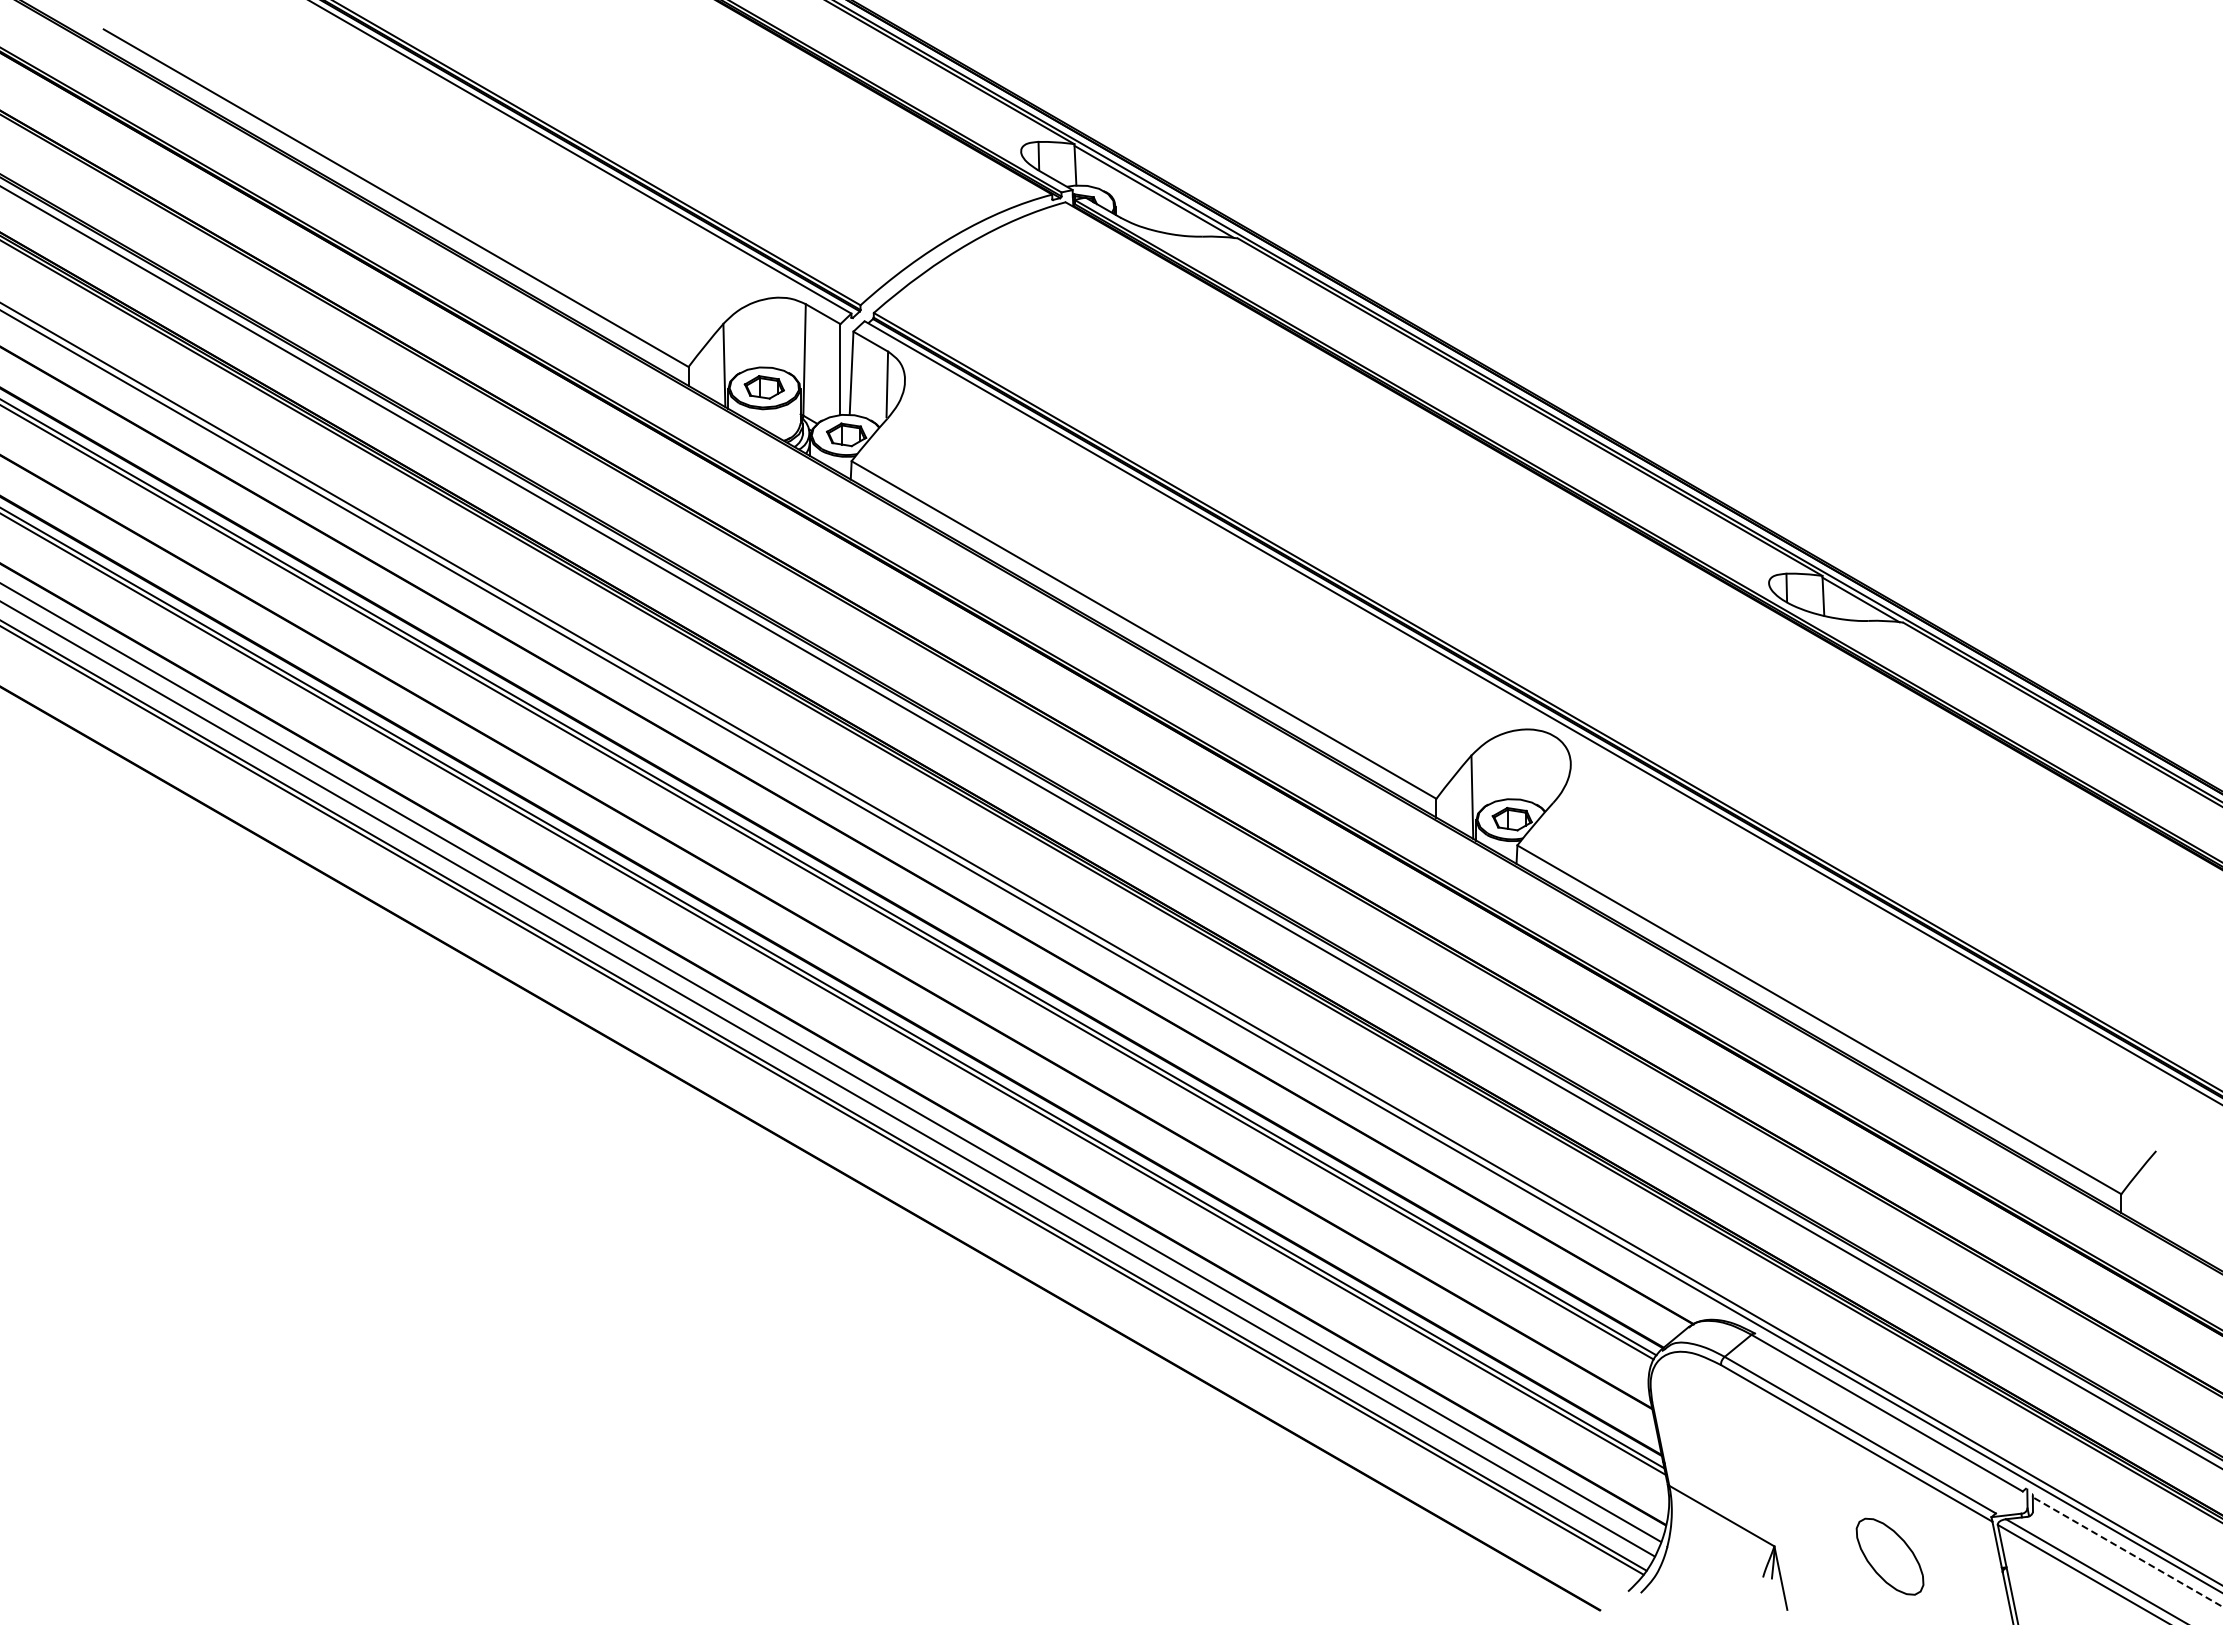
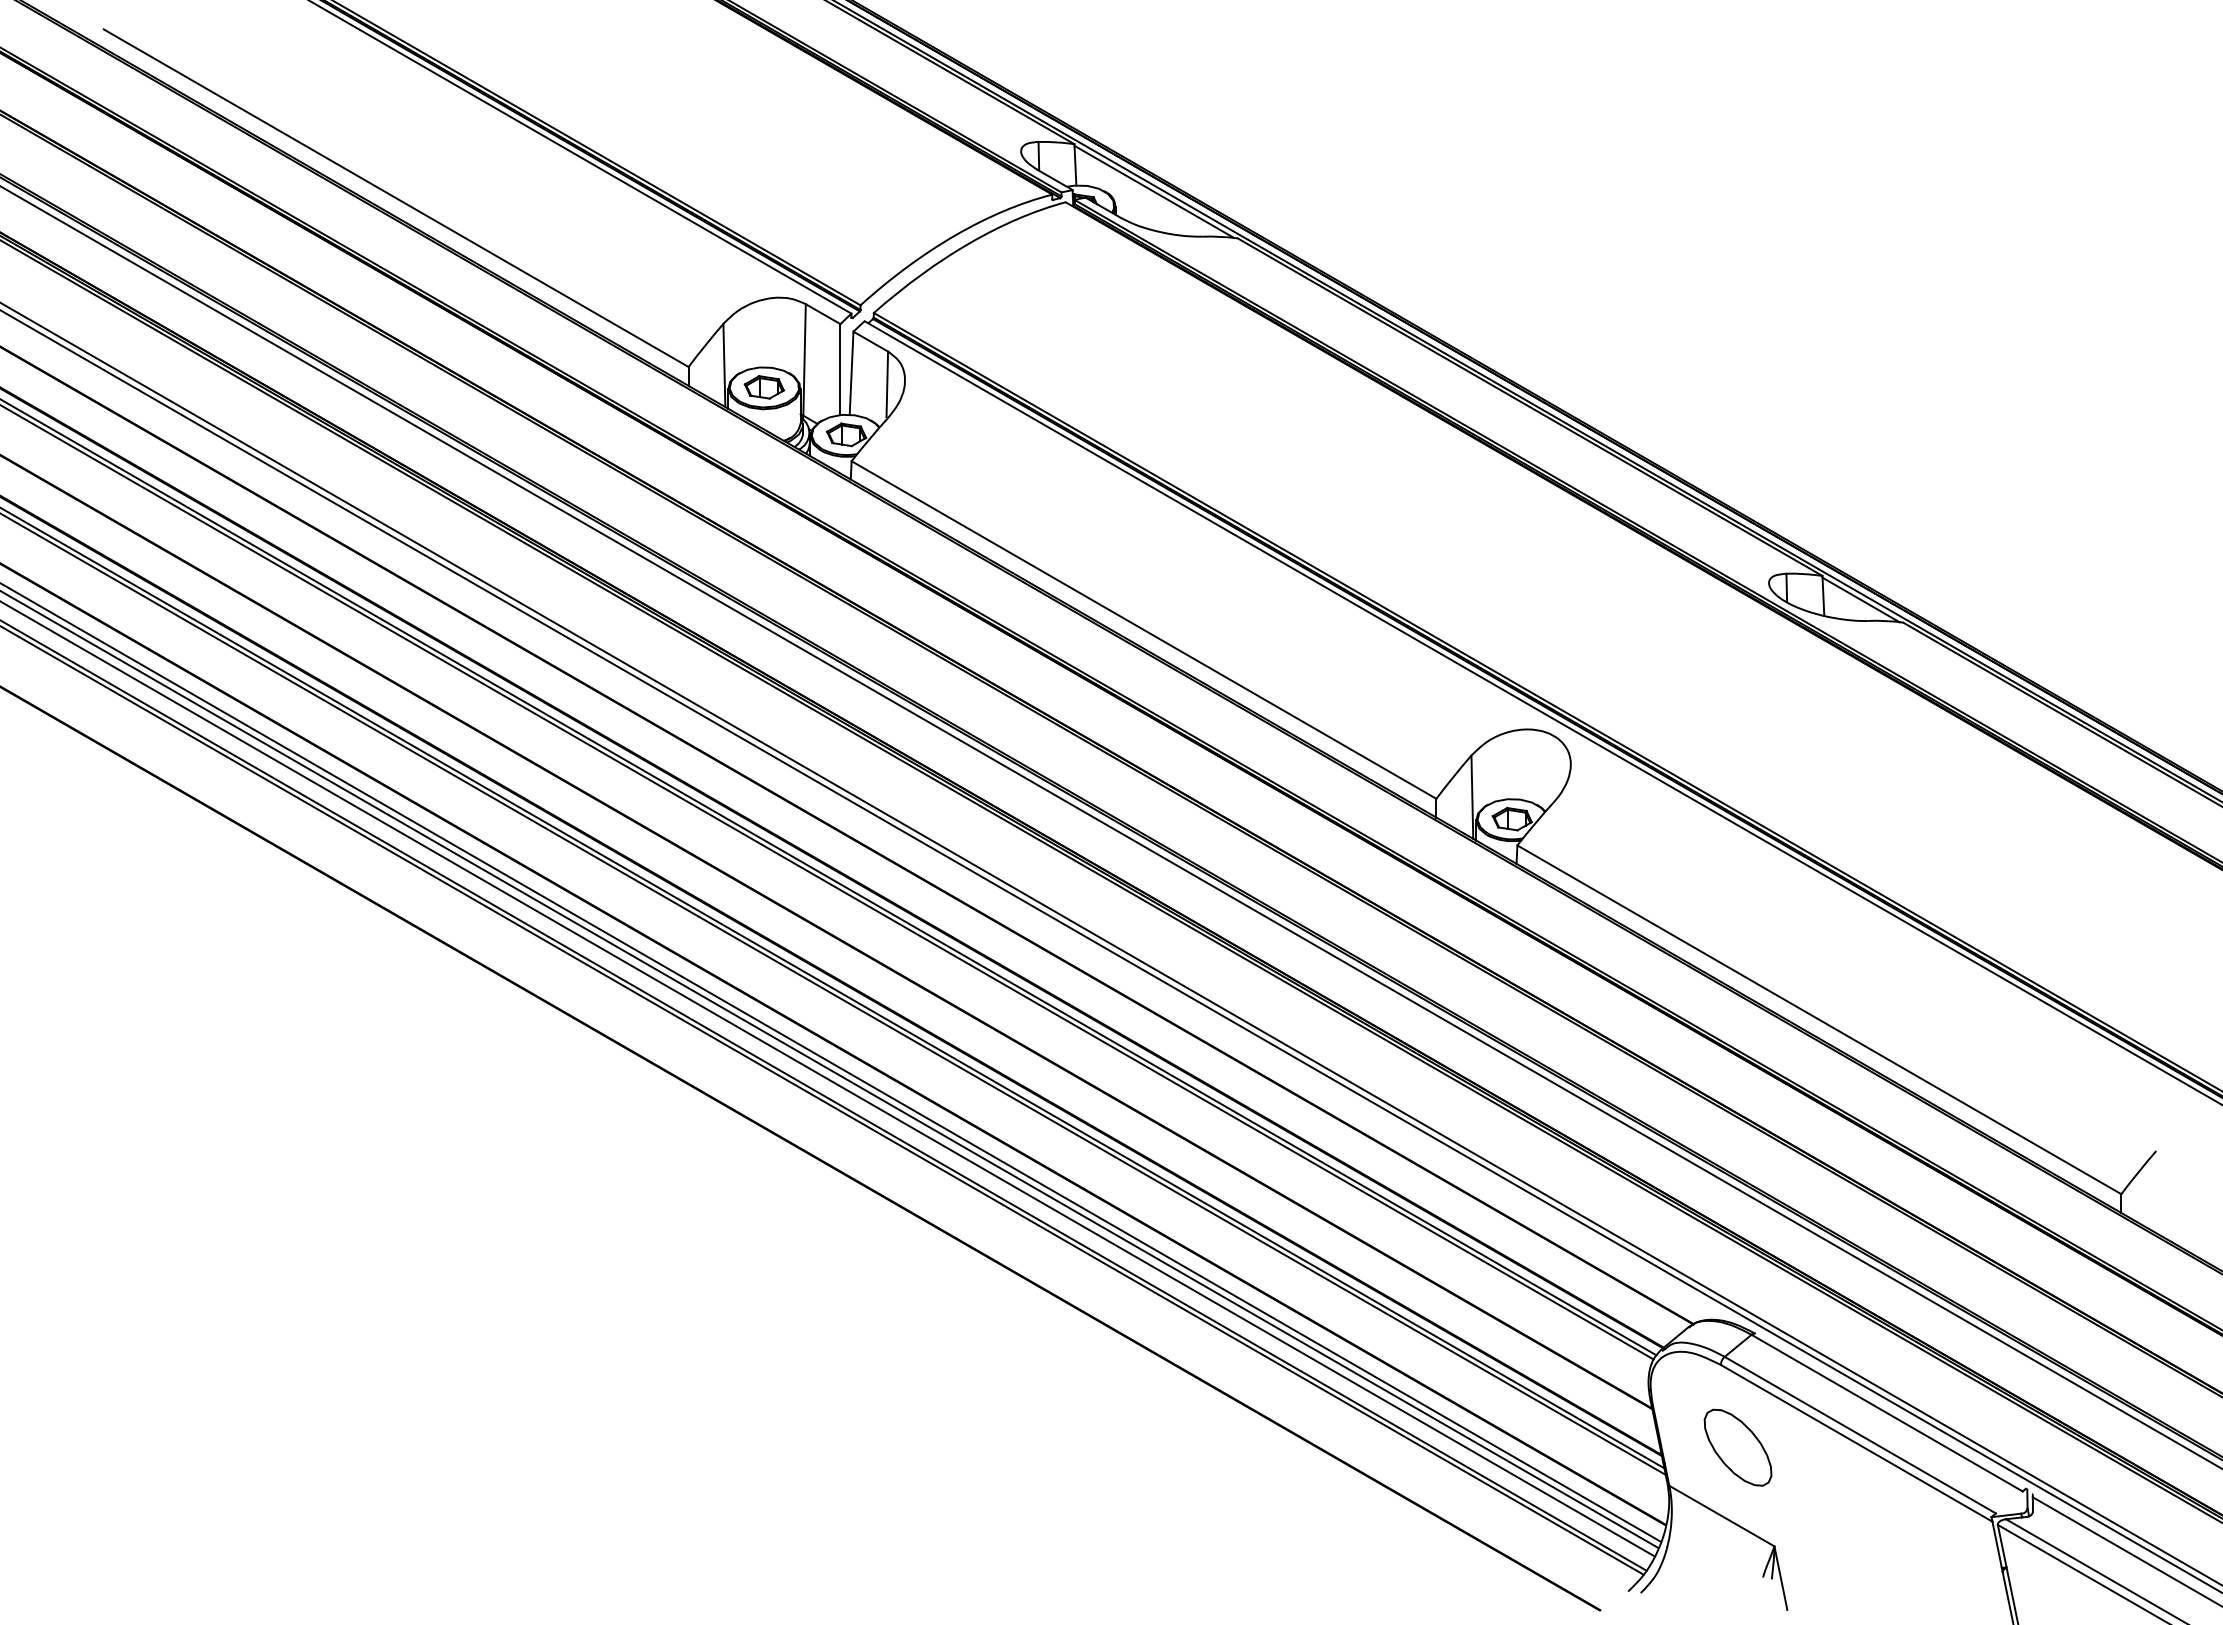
line at (830, 1069): none -> present
line at (2127, 1551): dashed -> solid
part at (1889, 1556) position: (1889, 1556) -> (1737, 1447)
